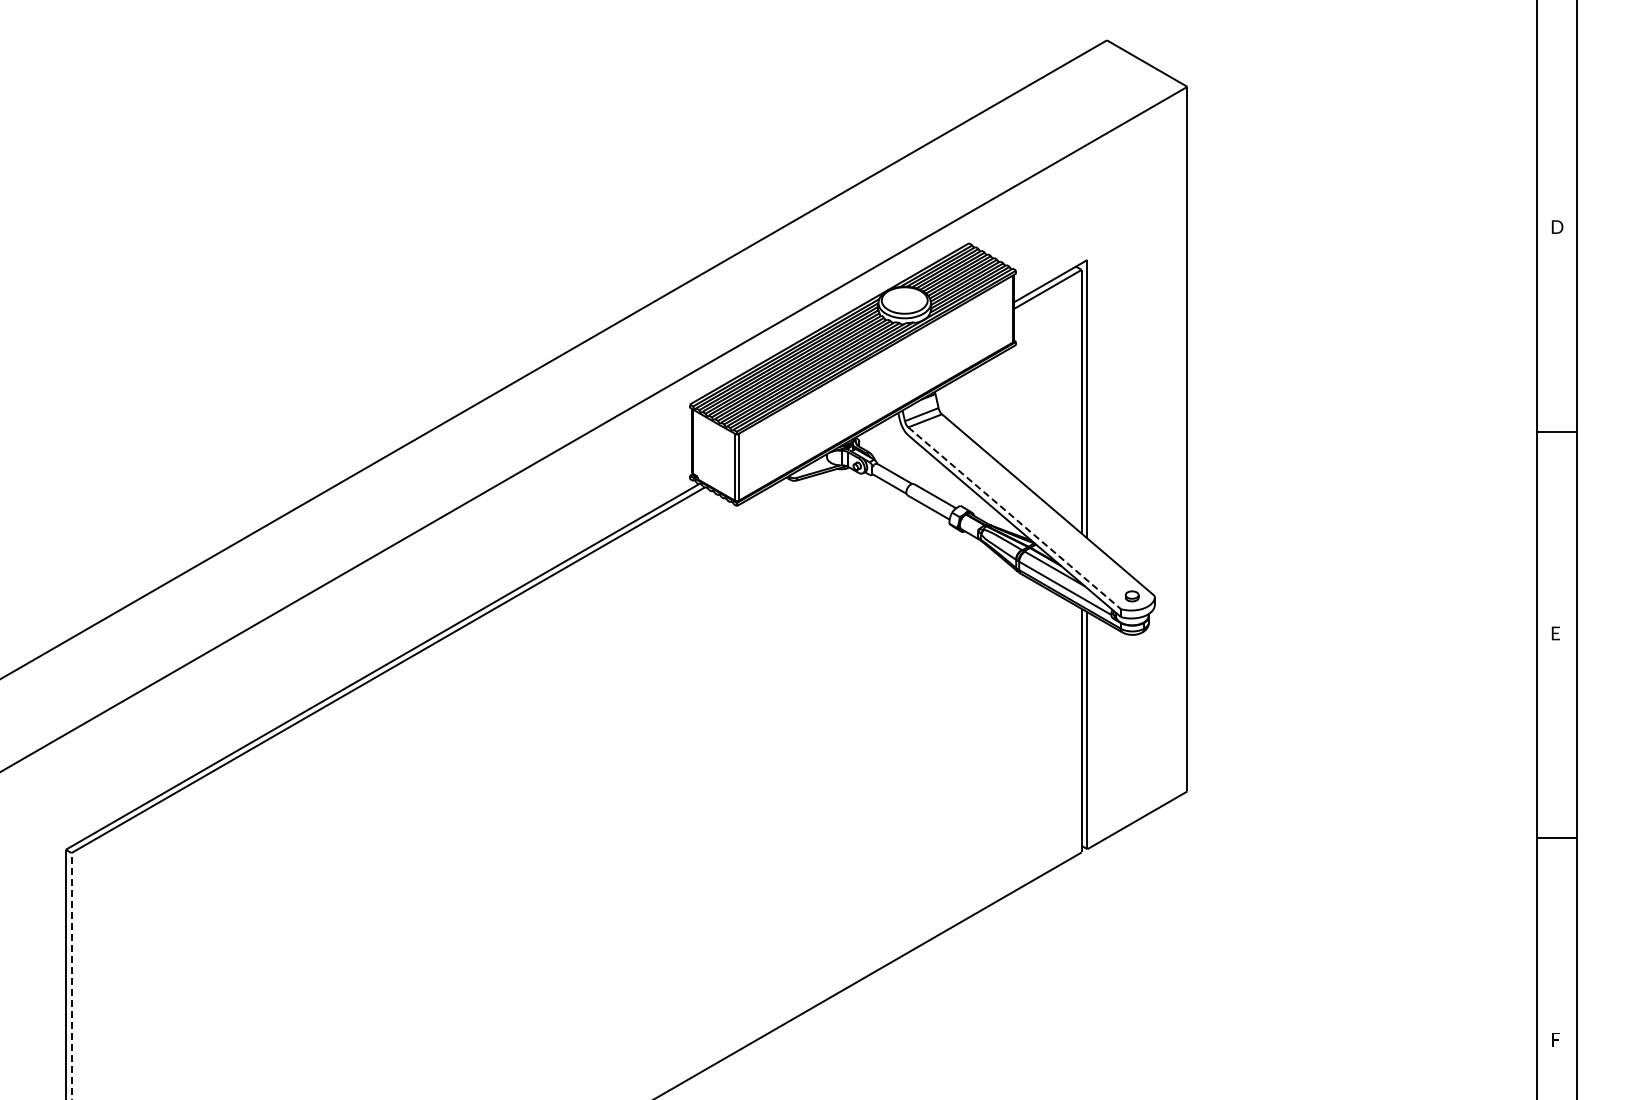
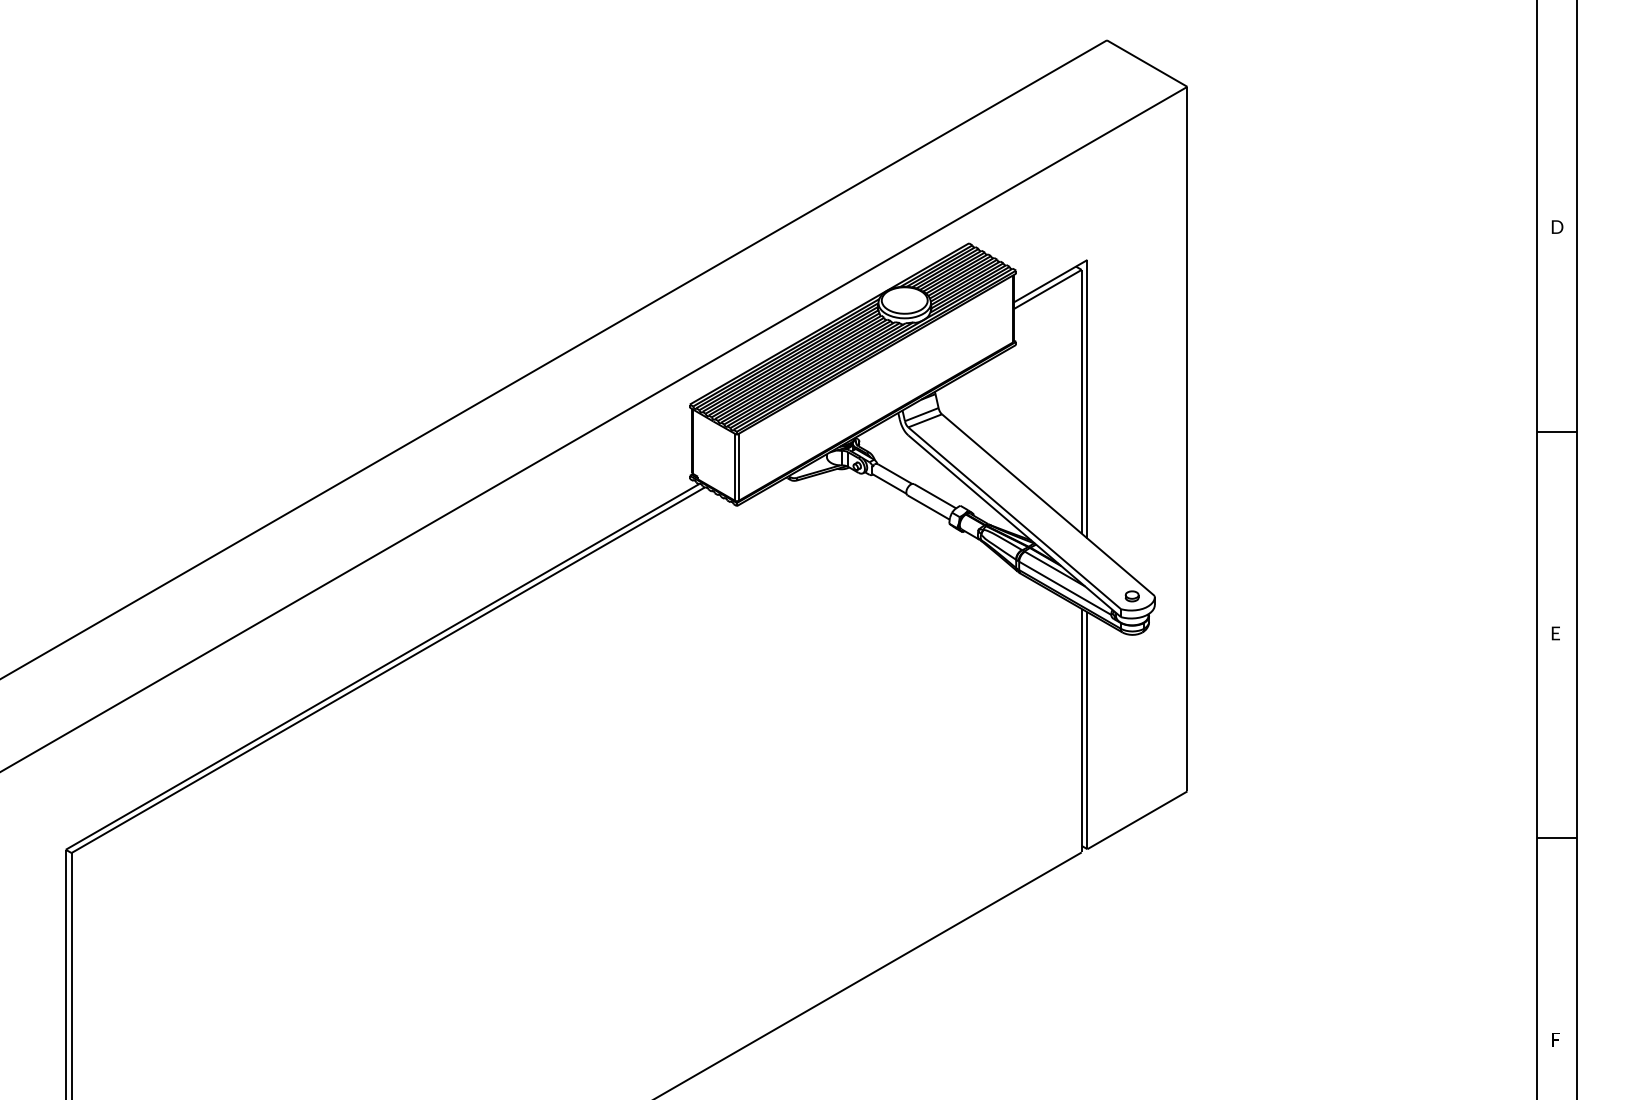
line at (1014, 518): dashed -> solid
line at (71, 975): dashed -> solid
